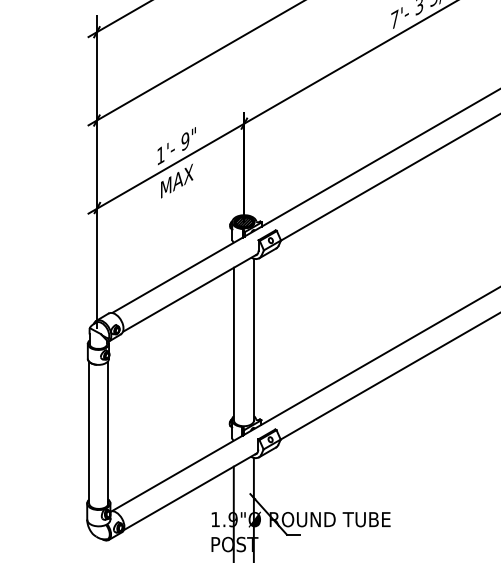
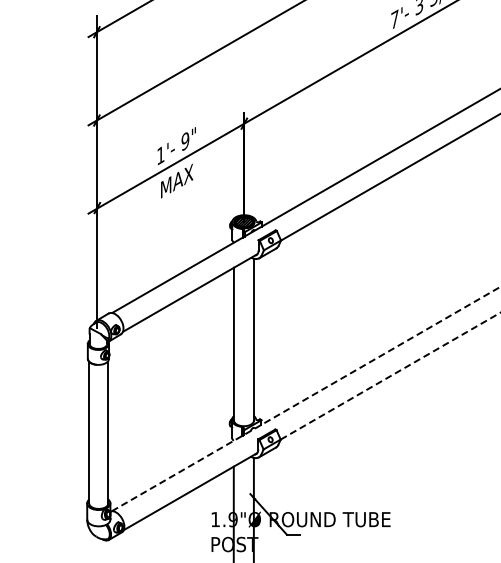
line at (390, 376): solid -> dashed
line at (306, 398): solid -> dashed
